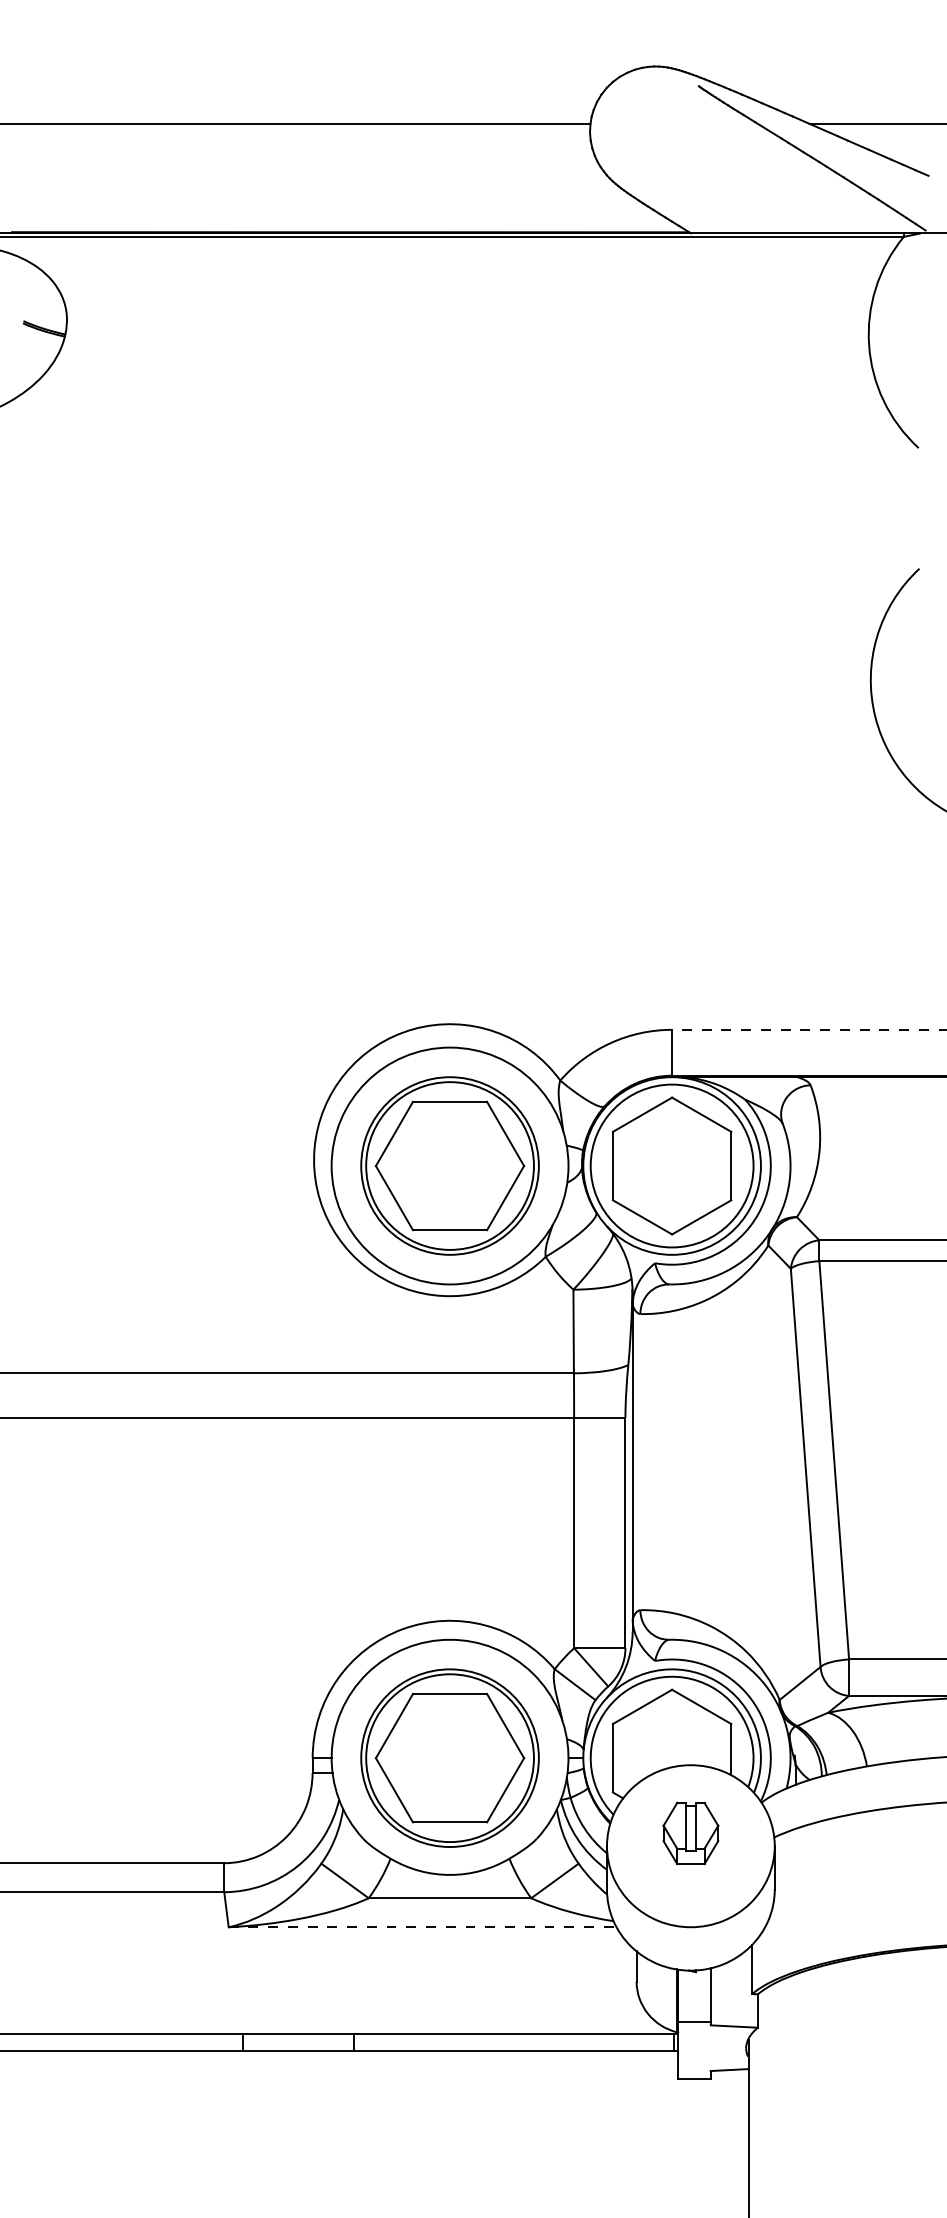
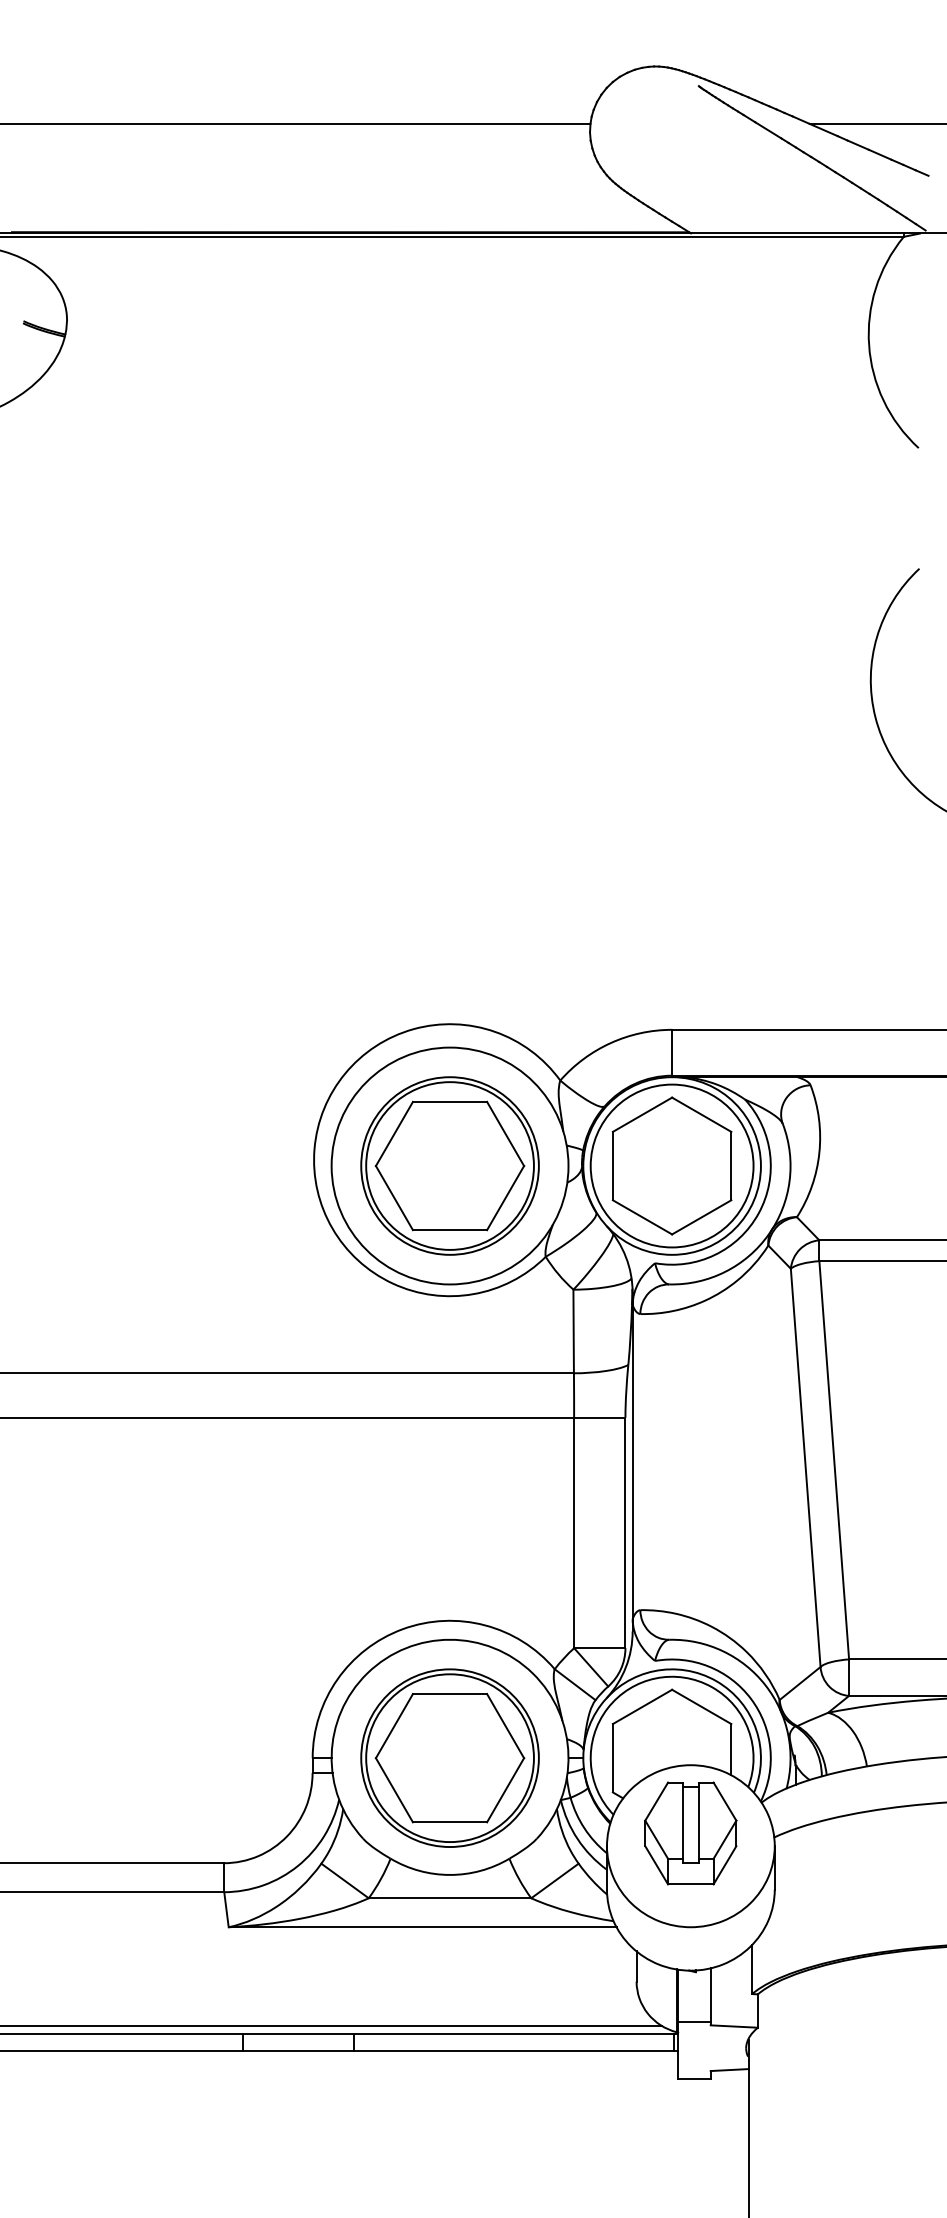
line at (809, 1029): dashed -> solid
part at (690, 1833) size: 58x65 px -> 94x105 px
line at (422, 1927): dashed -> solid
line at (331, 2025): none -> present
